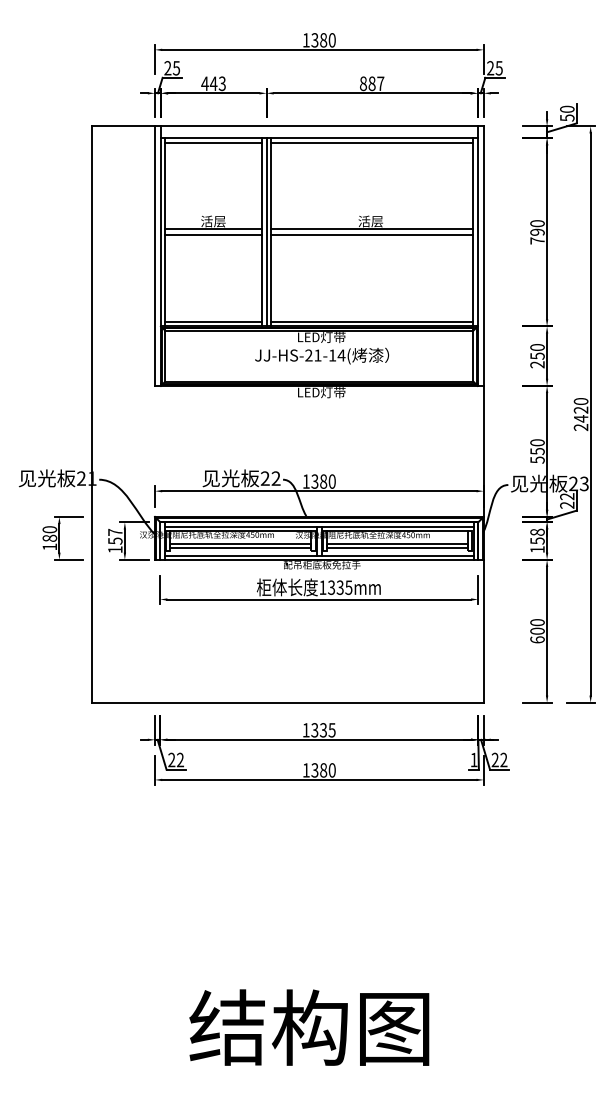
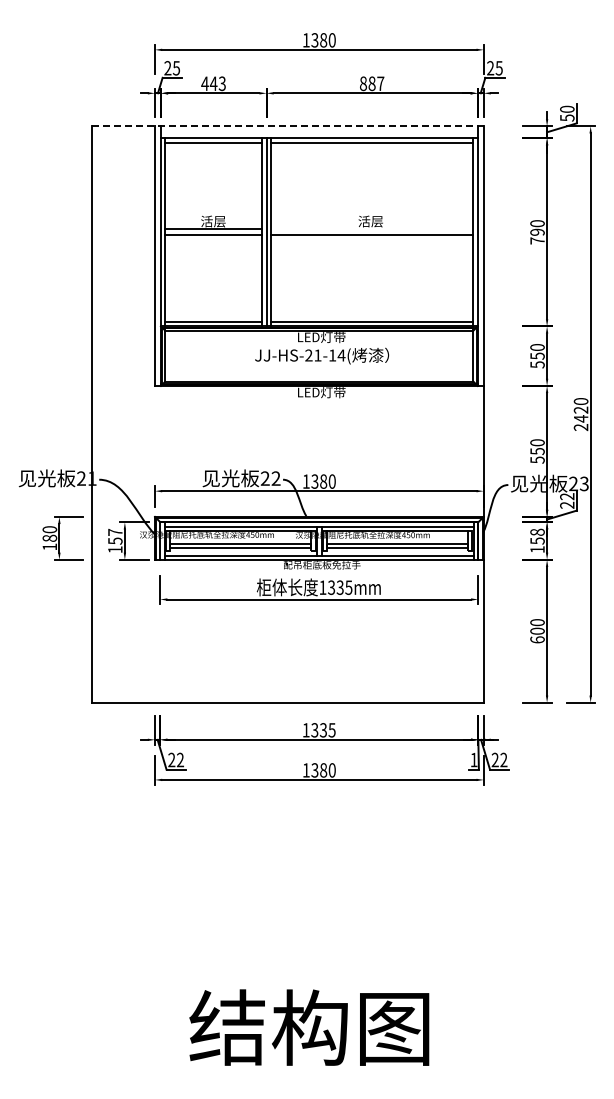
line at (287, 126): solid -> dashed
line at (371, 229): present -> none
text at (537, 364): 250 -> 550
